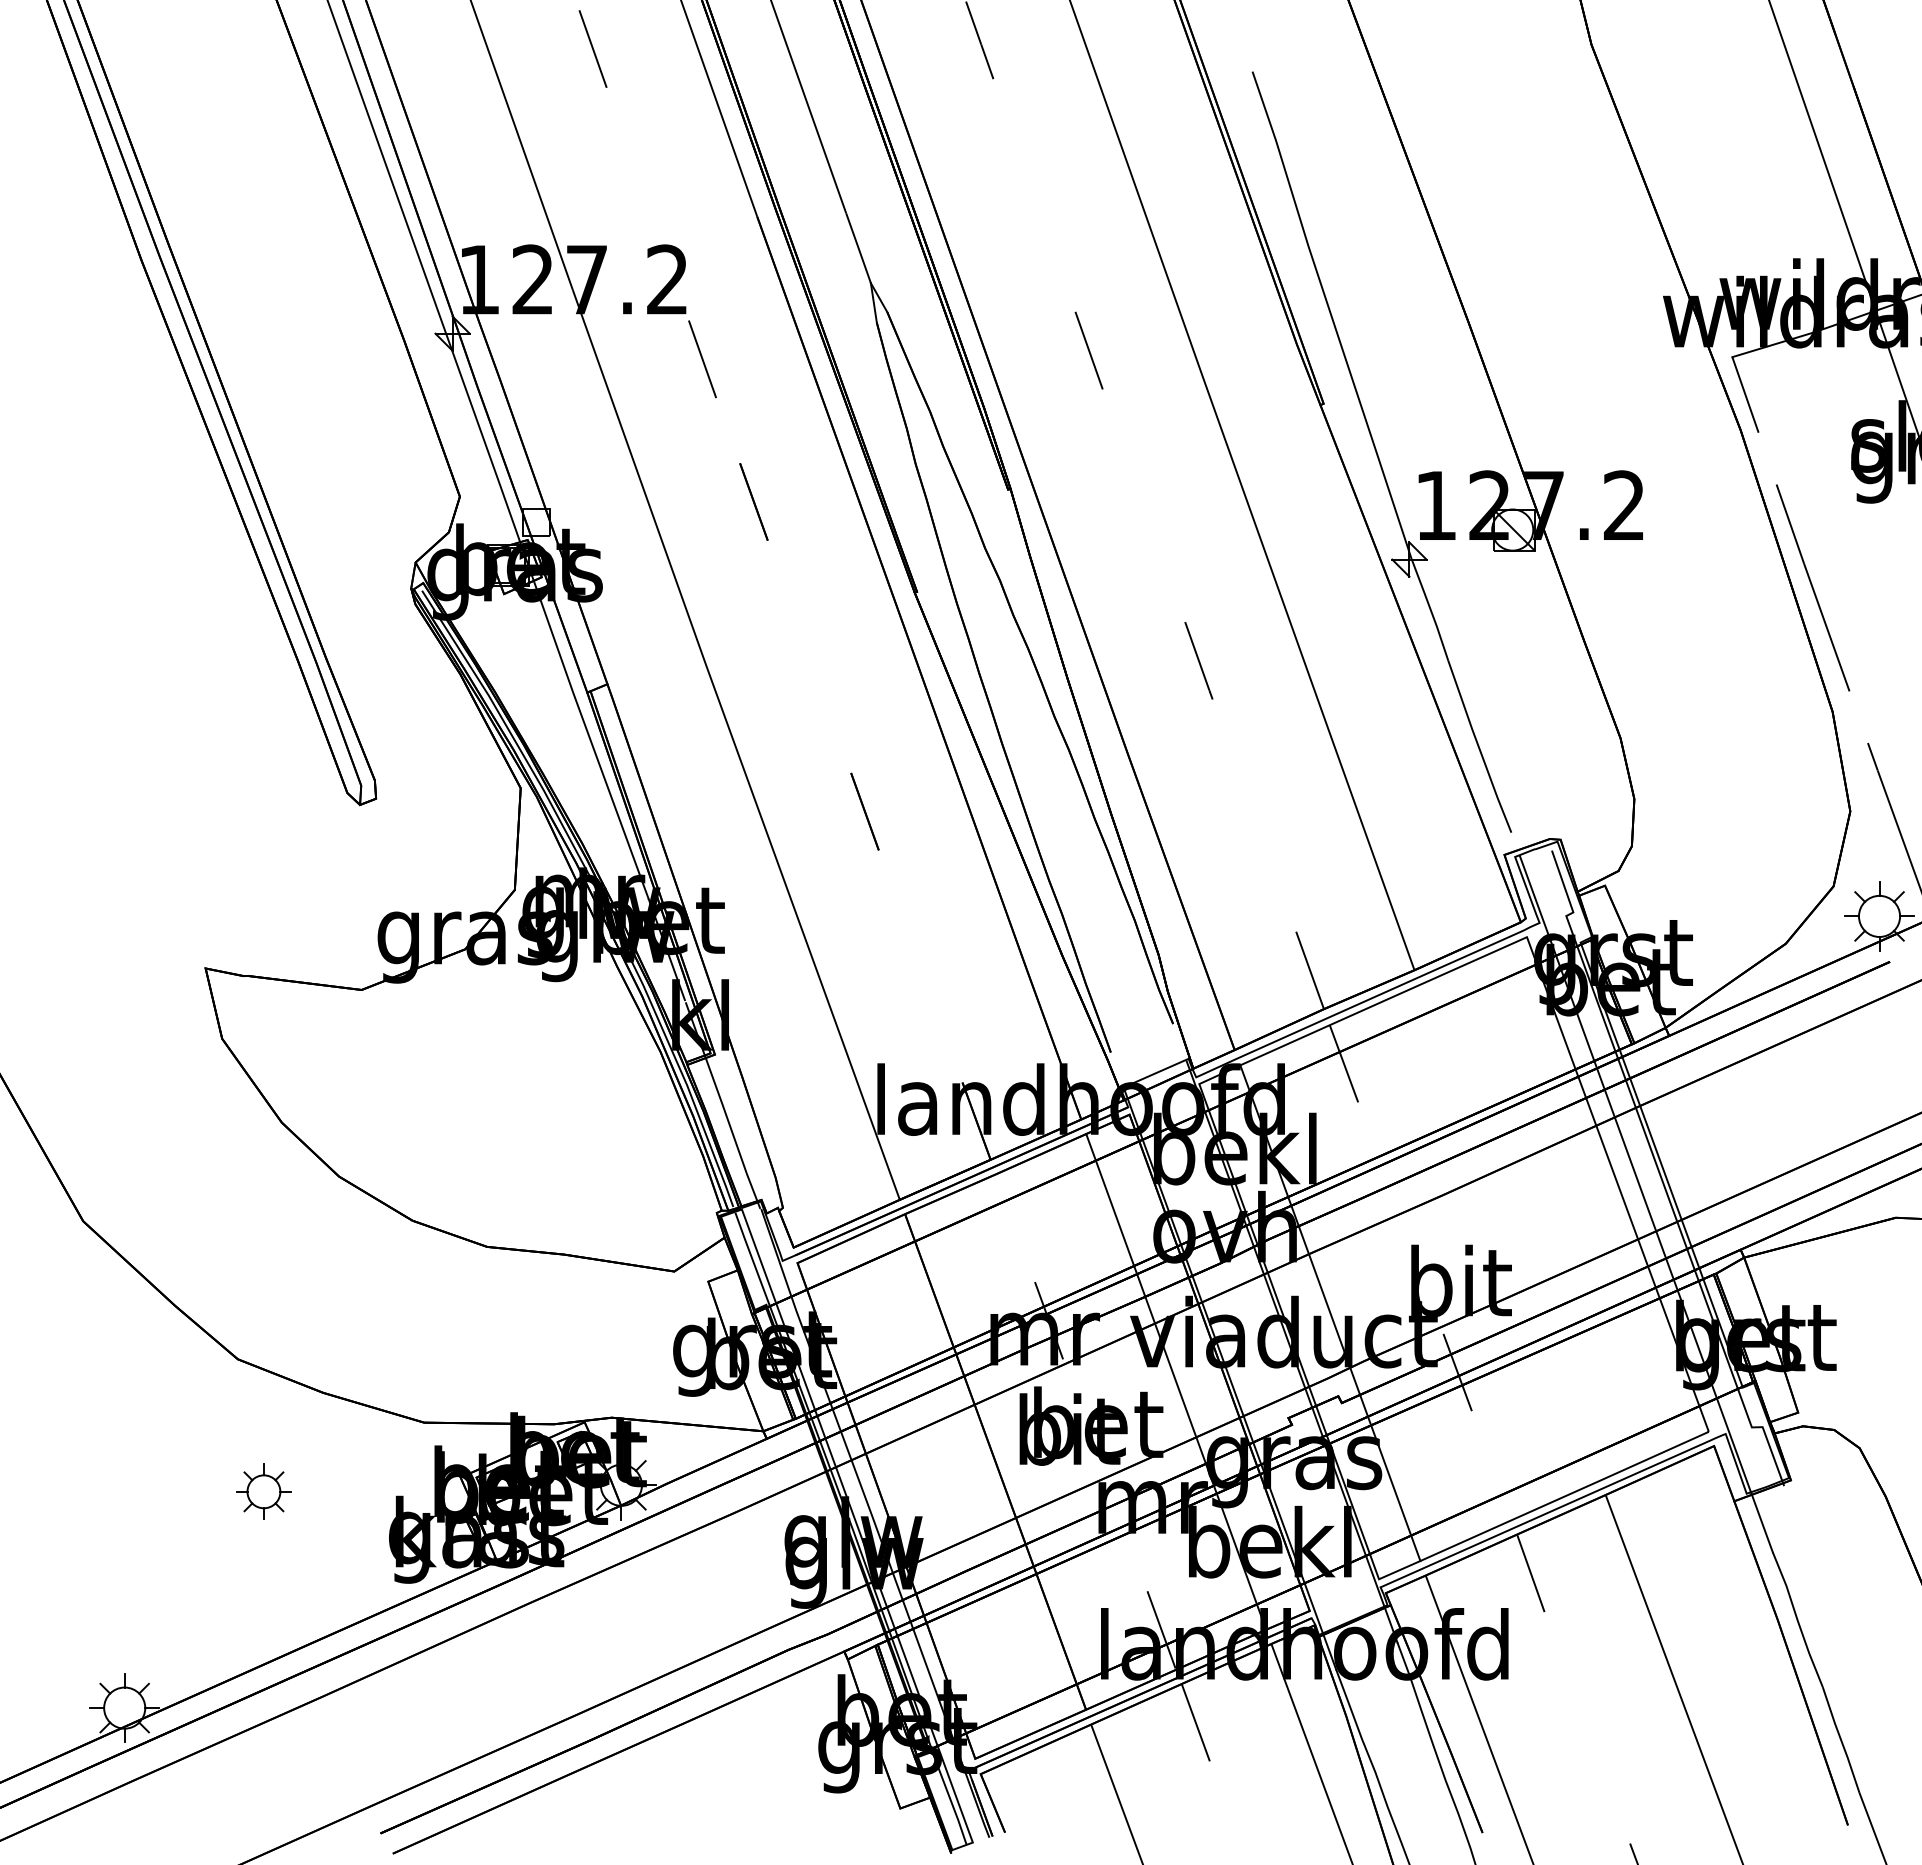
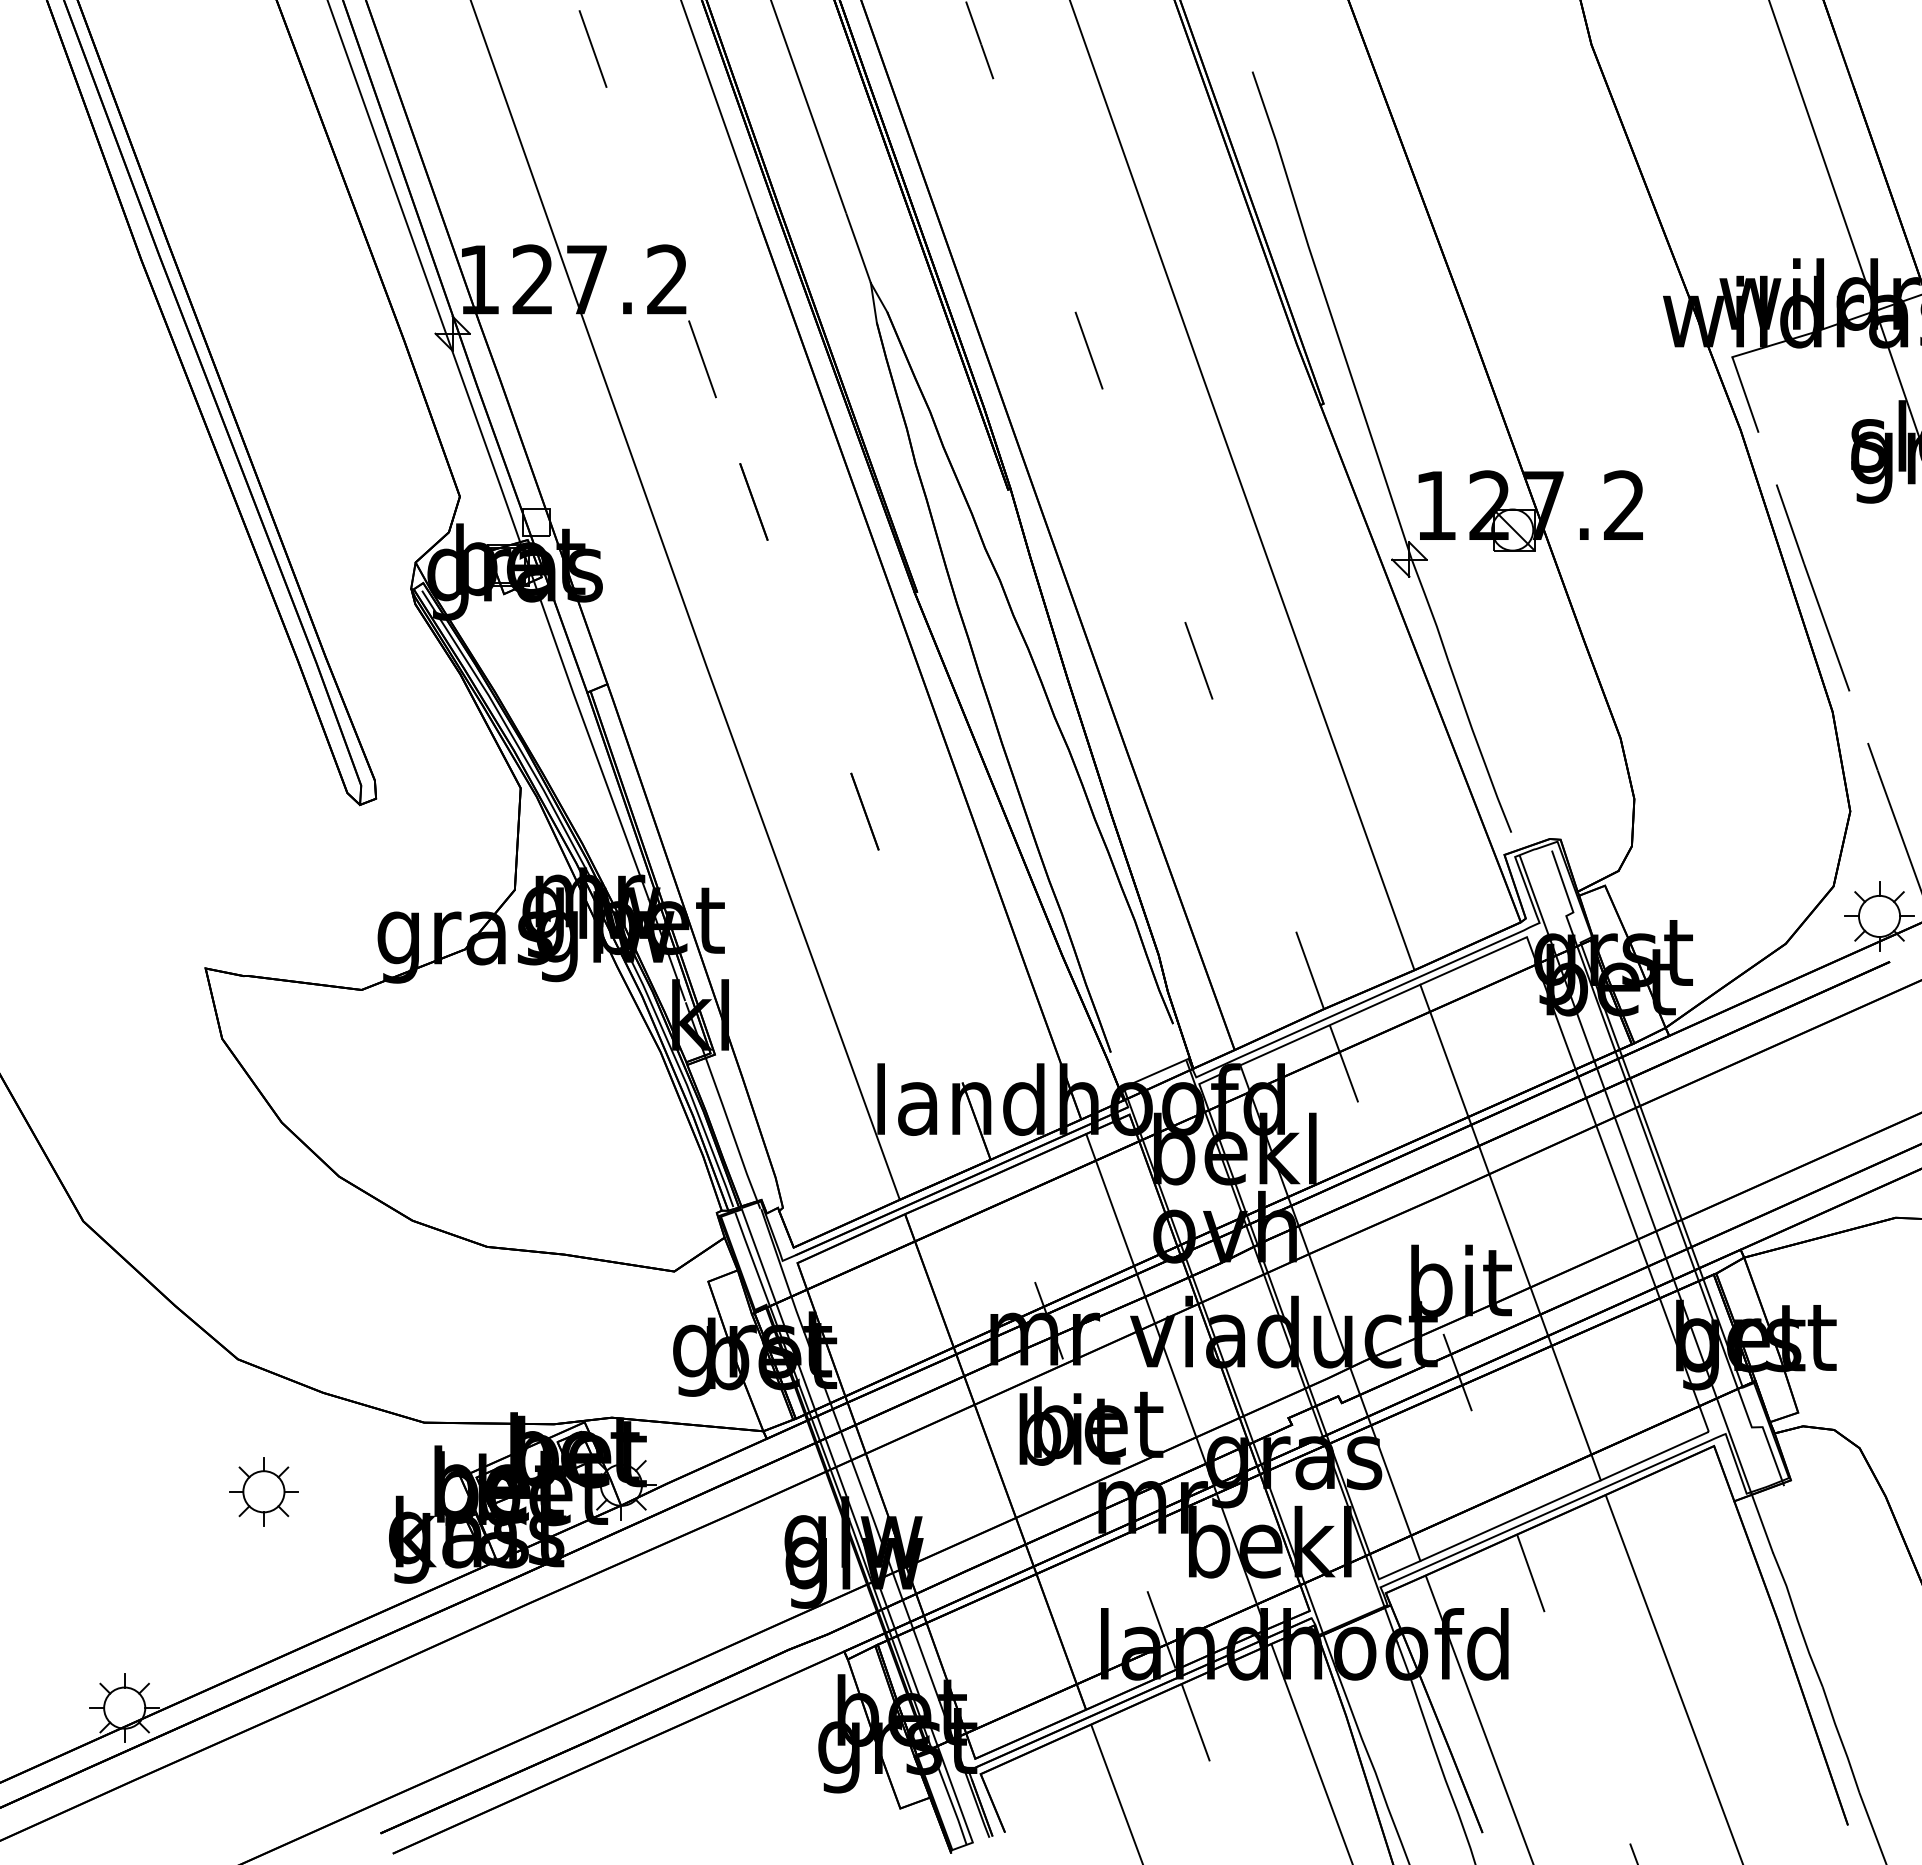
line at (1510, 1232): none -> present
part at (263, 1491) size: 56x57 px -> 70x70 px
